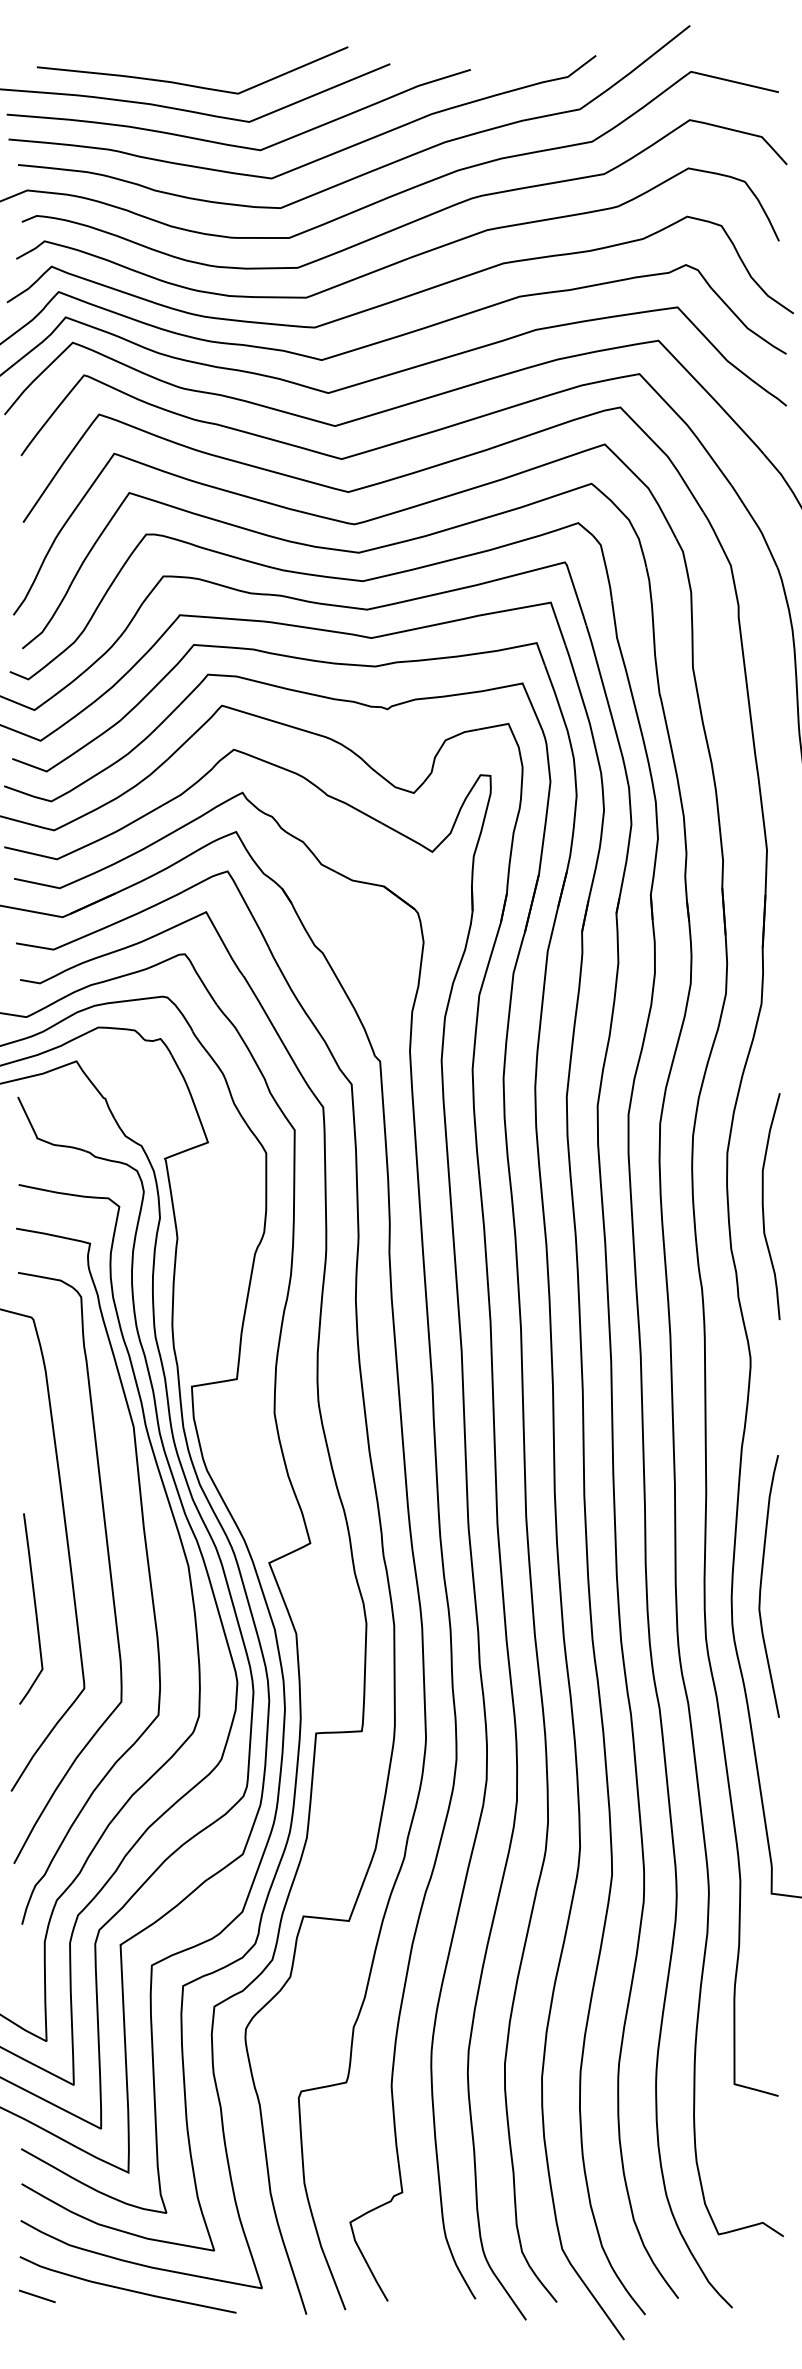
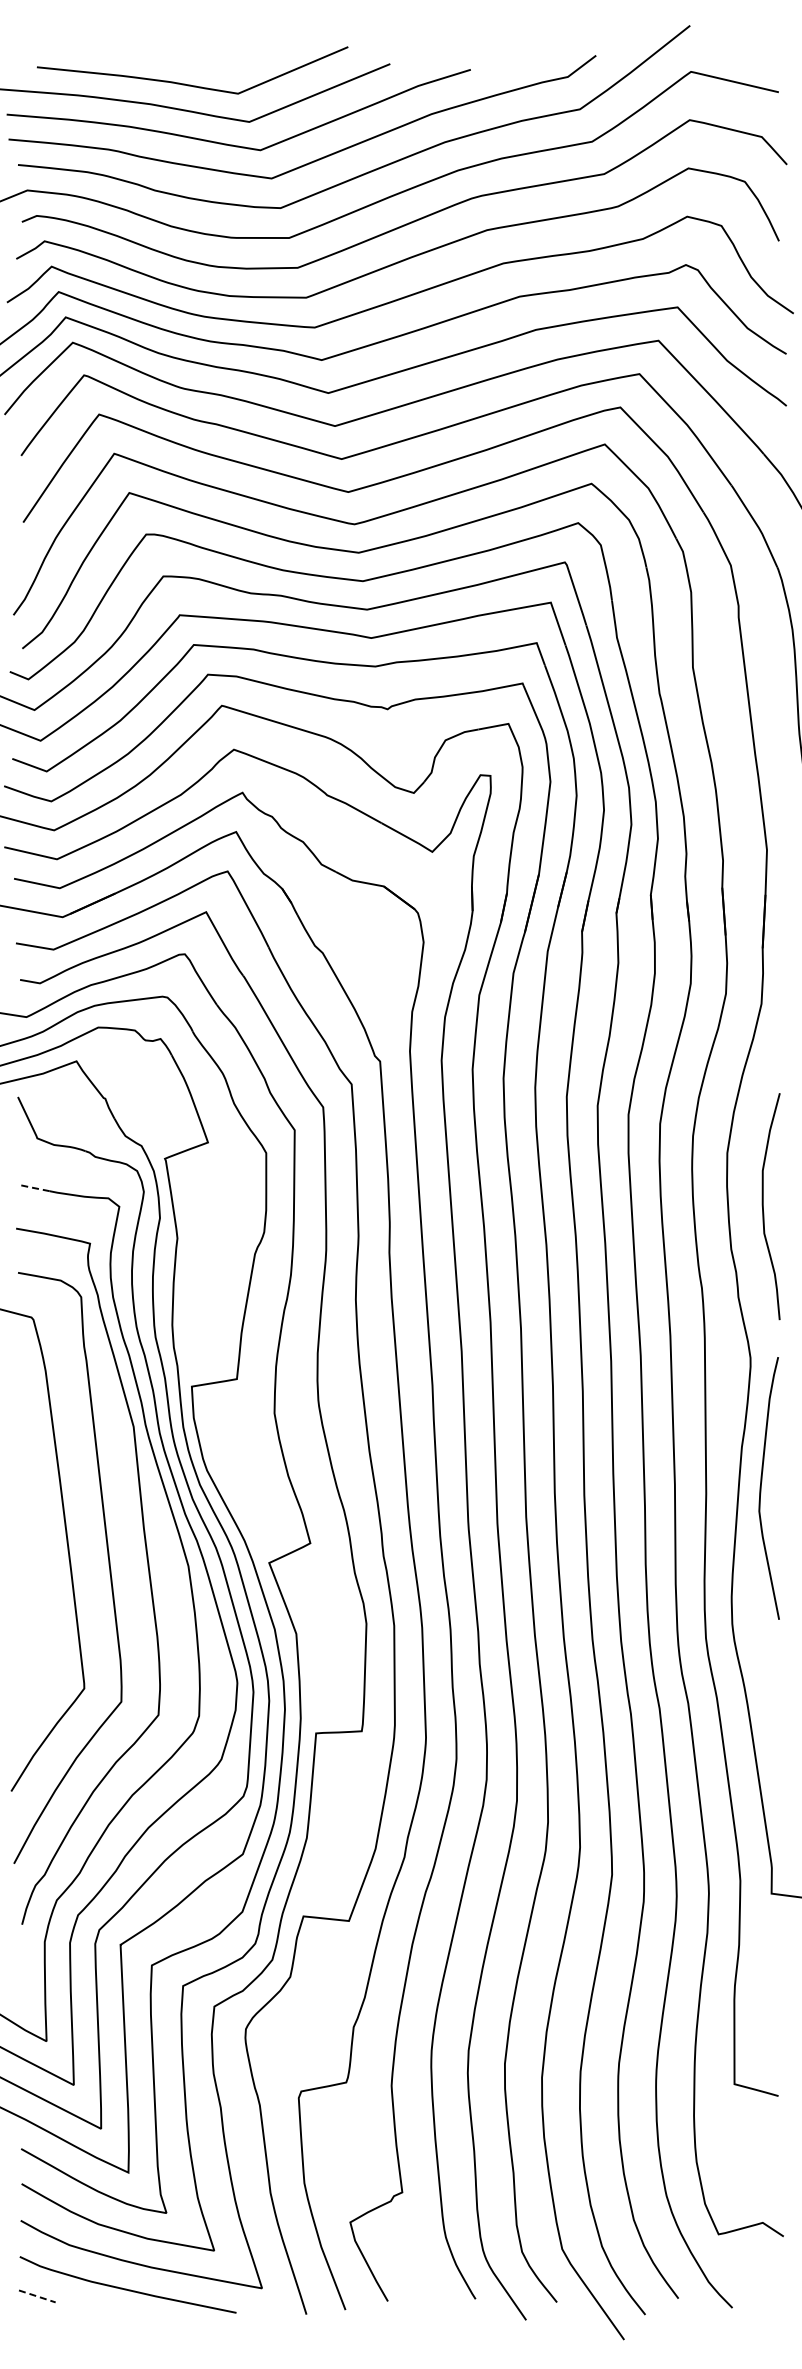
line at (33, 1187): solid -> dashed
curve at (761, 1586) position: (761, 1586) -> (761, 1488)
curve at (34, 1608): present -> none
line at (37, 2296): solid -> dashed
